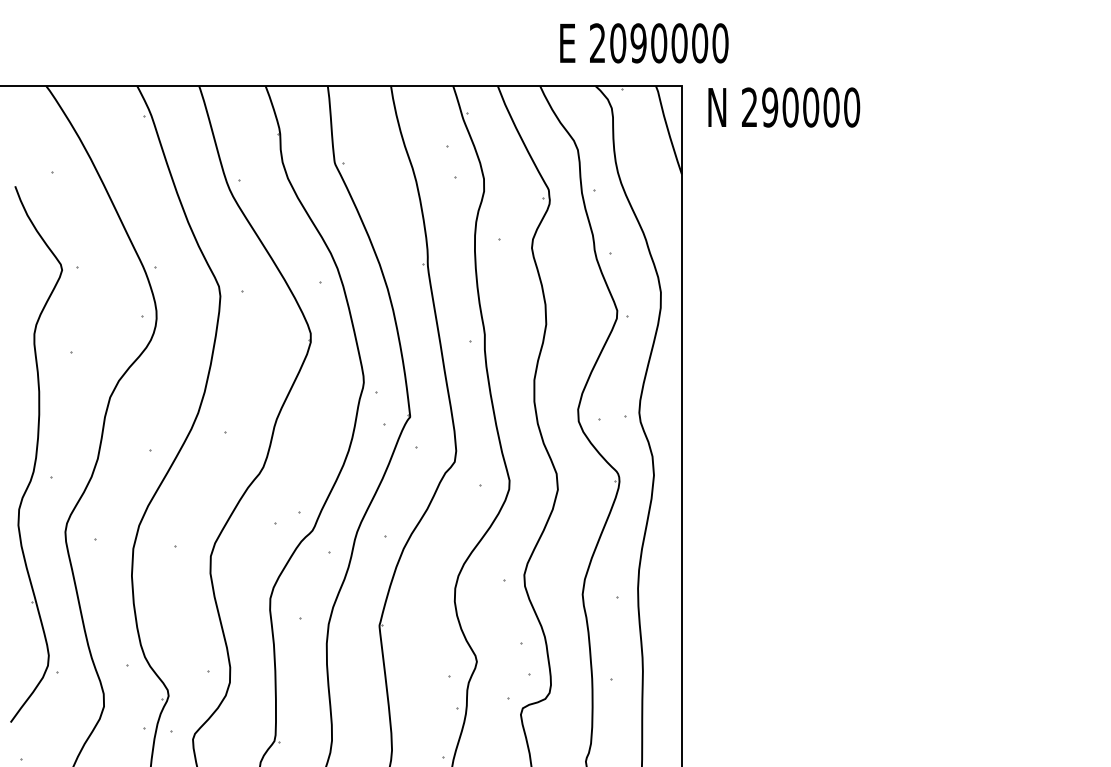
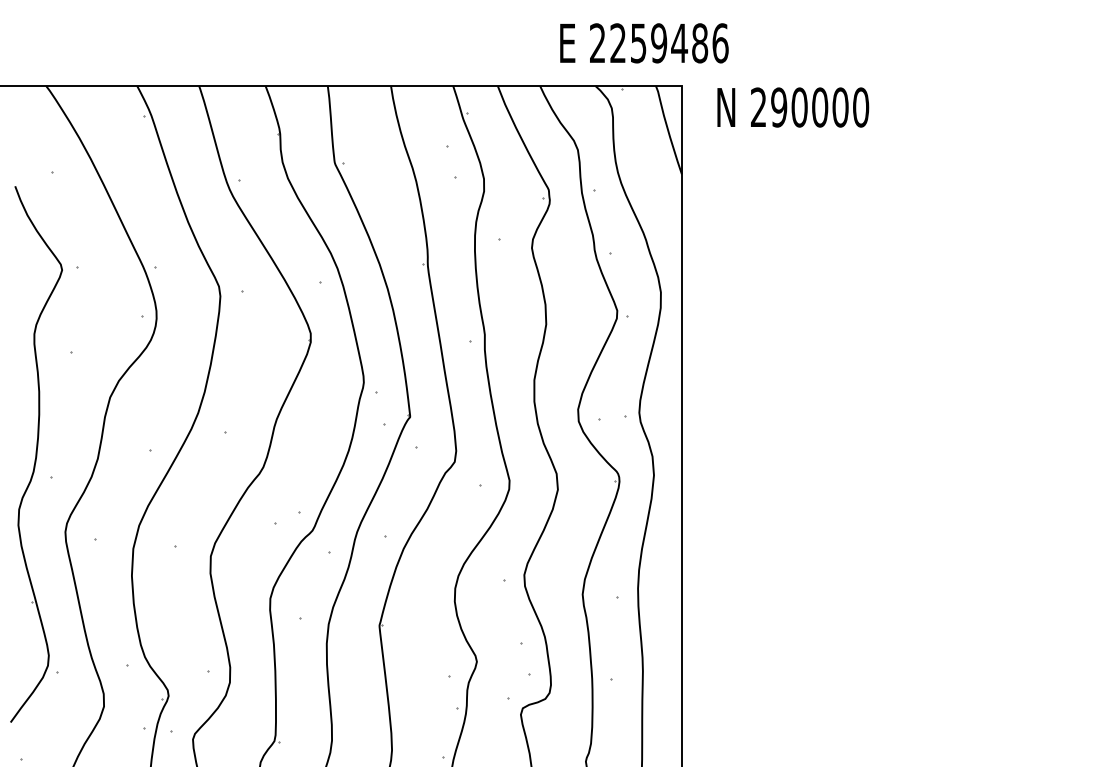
text at (669, 43): 2090000 -> 2259486
text at (784, 107) position: (784, 107) -> (793, 107)
